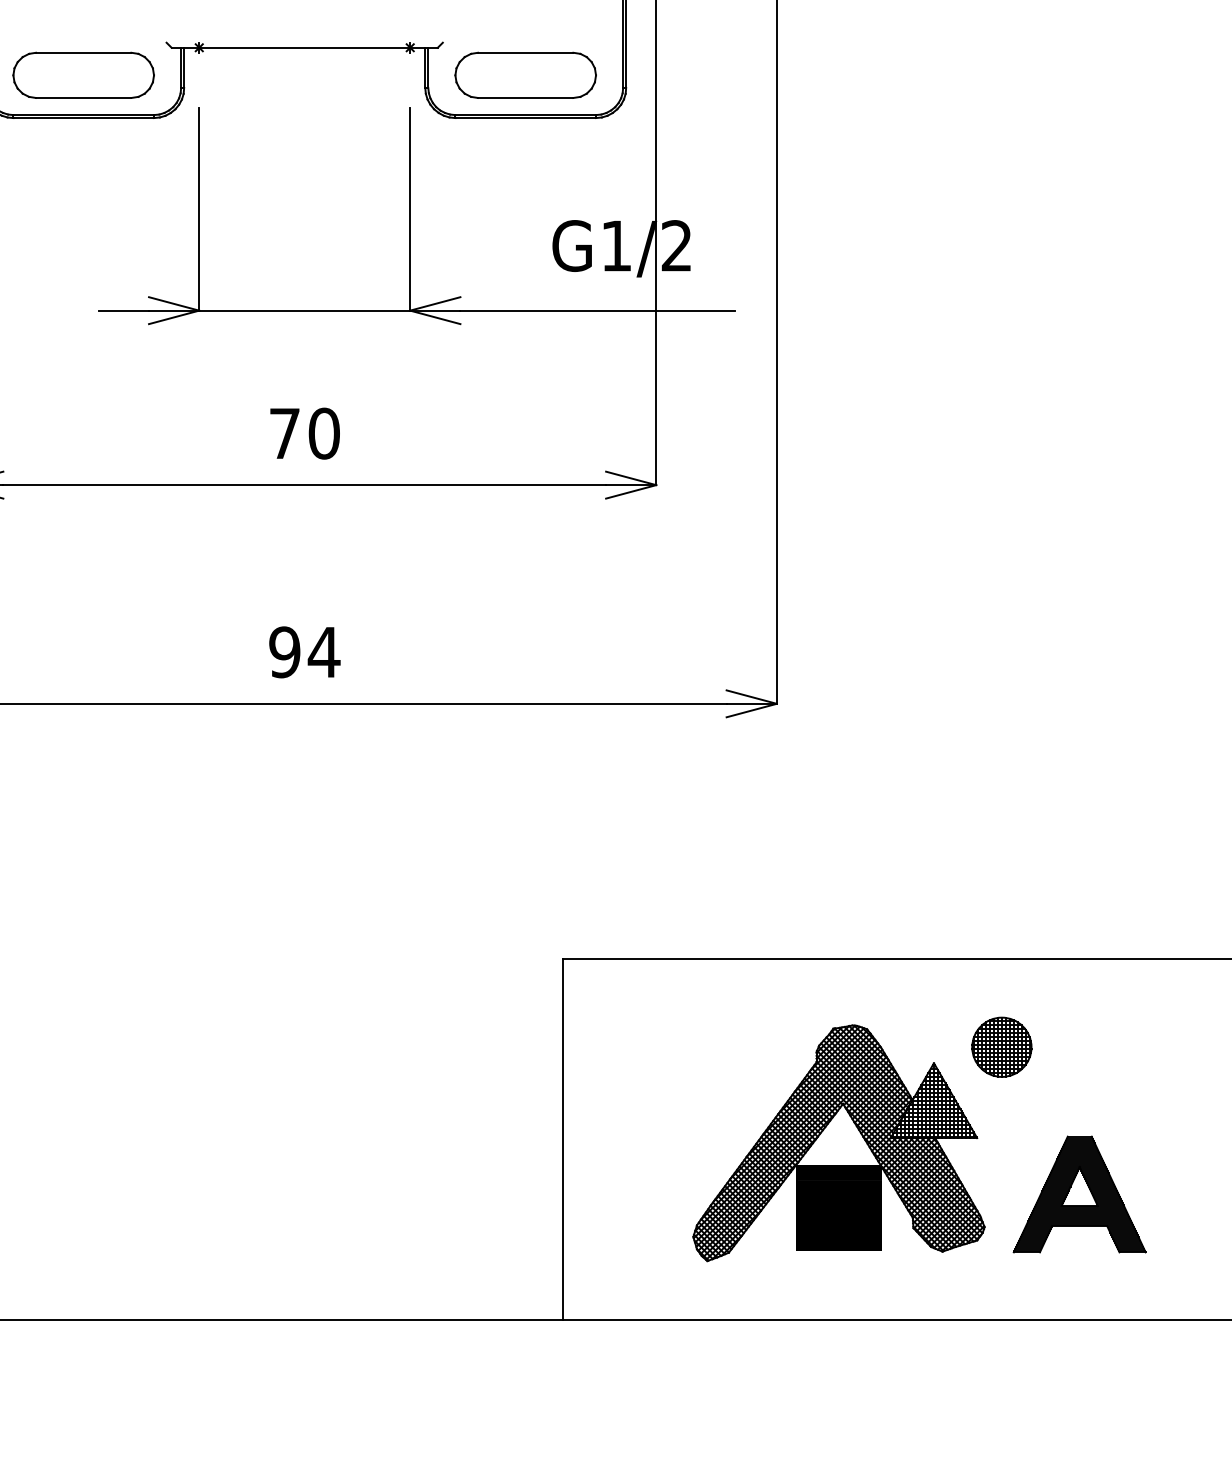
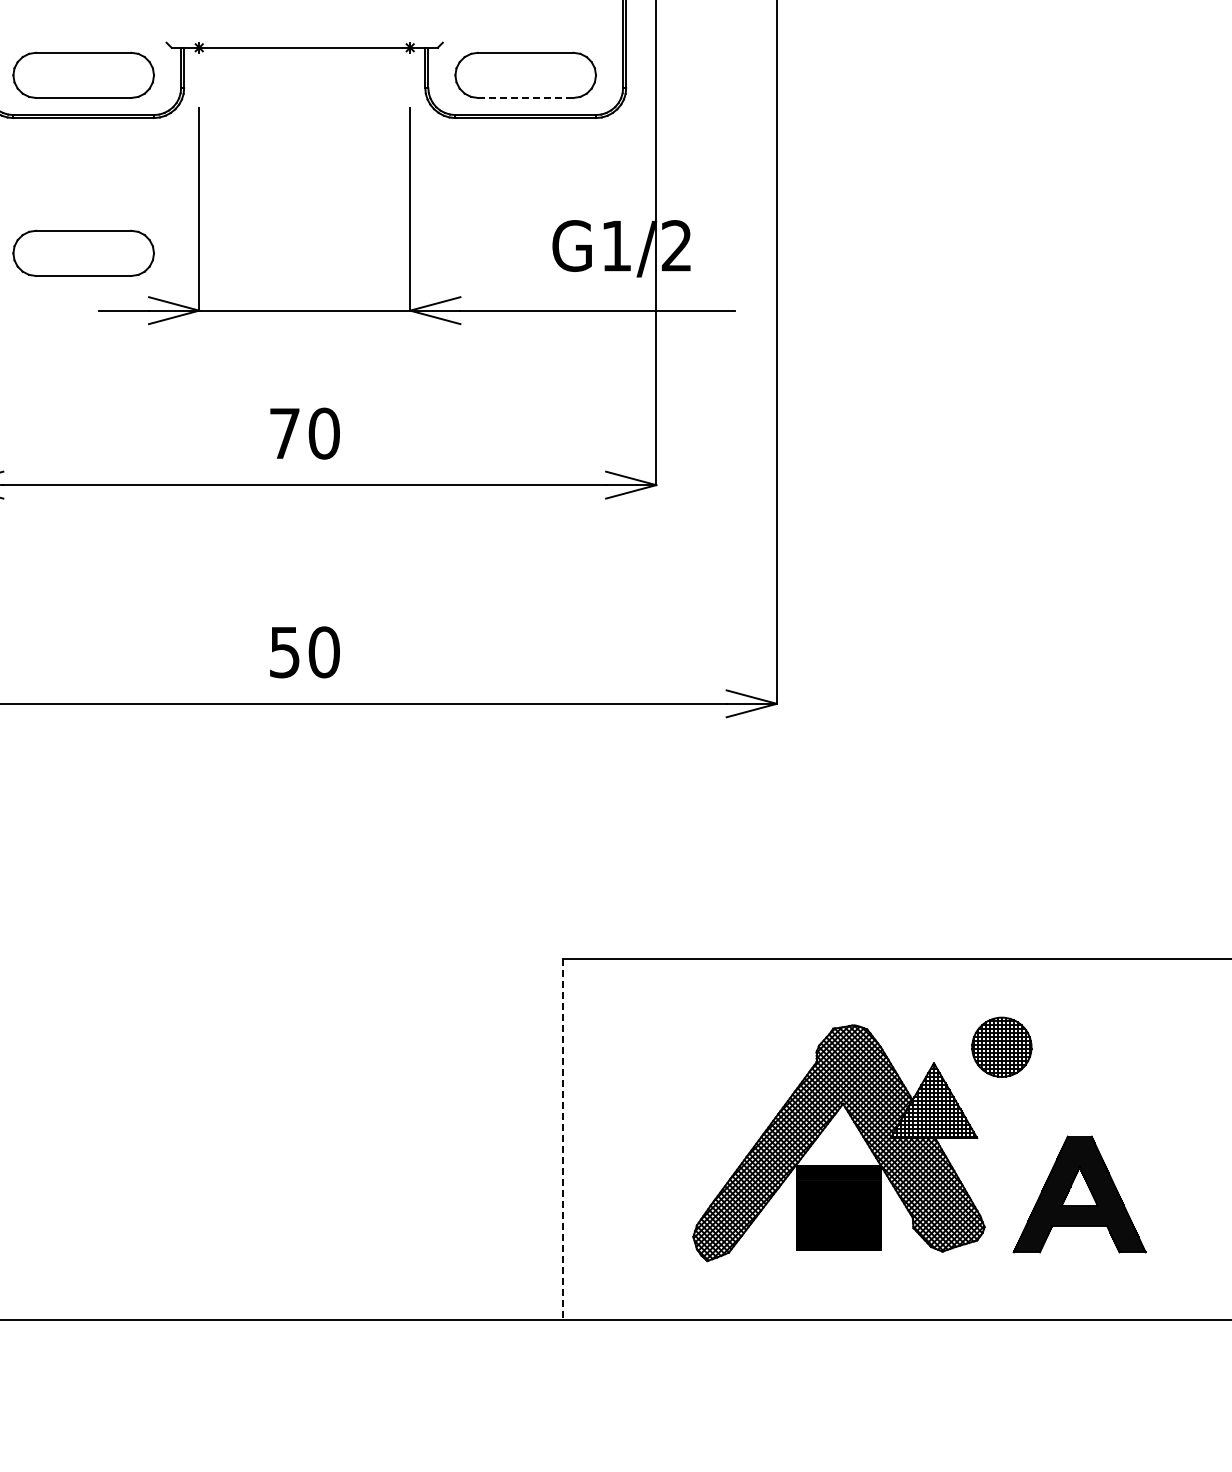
line at (525, 98): solid -> dashed
part at (83, 252): none -> present
text at (304, 652): 94 -> 50
line at (562, 1139): solid -> dashed
